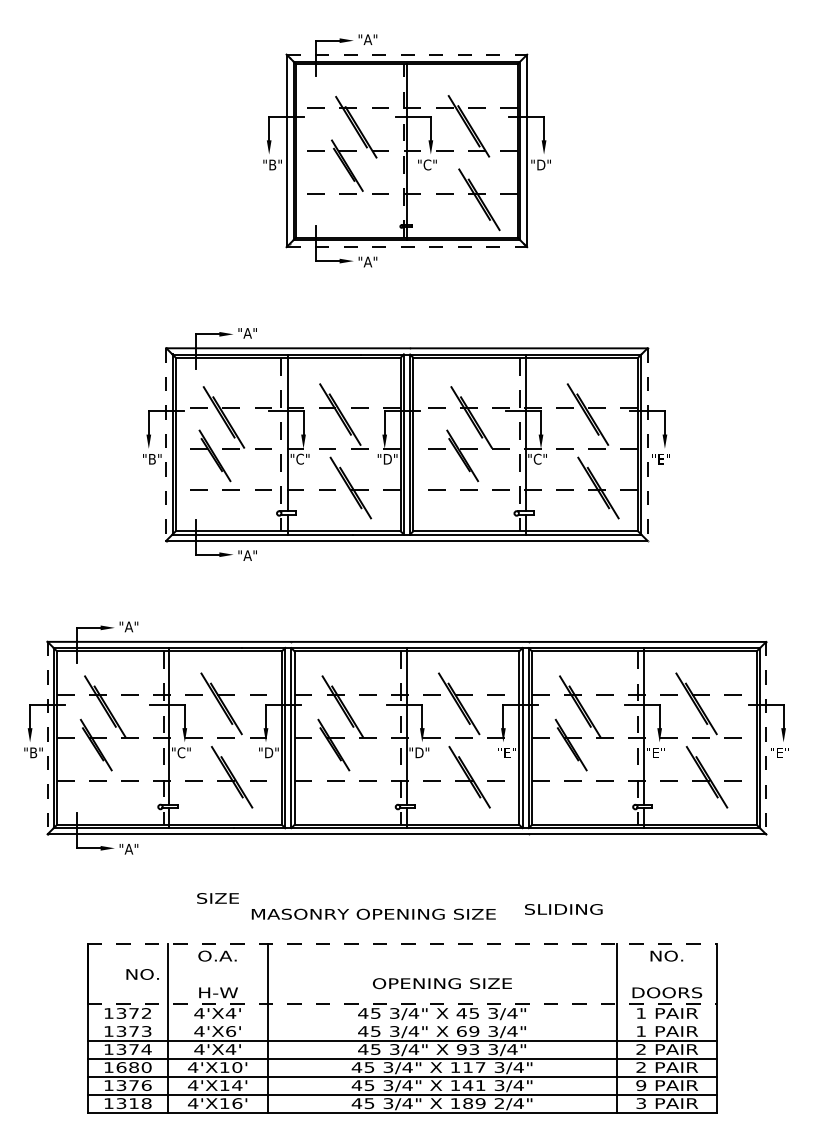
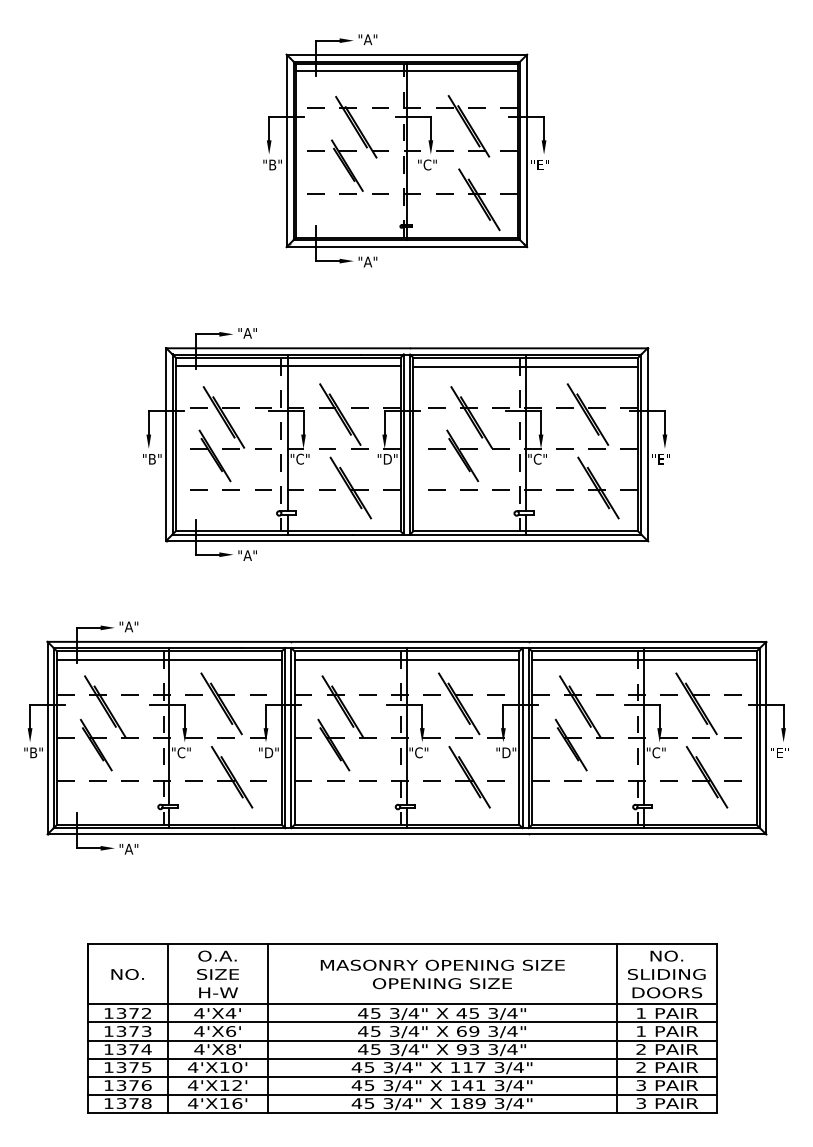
line at (407, 54): dashed -> solid
line at (406, 70): none -> present
text at (540, 164): "D" -> "E"
line at (407, 247): dashed -> solid
line at (287, 366): none -> present
line at (525, 366): none -> present
line at (166, 445): dashed -> solid
line at (647, 445): dashed -> solid
line at (169, 660): none -> present
line at (406, 660): none -> present
line at (644, 660): none -> present
line at (47, 738): dashed -> solid
line at (766, 738): dashed -> solid
text at (422, 752): "D" -> "C"
text at (506, 752): "E" -> "D"
text at (655, 752): "E" -> "C"
text at (217, 898) position: (217, 898) -> (217, 974)
text at (563, 909) position: (563, 909) -> (666, 974)
text at (373, 913) position: (373, 913) -> (442, 964)
line at (402, 944): dashed -> solid
text at (142, 974) position: (142, 974) -> (127, 974)
line at (402, 1004): dashed -> solid
line at (402, 1022): none -> present
text at (230, 1049): 4'X4' -> 4'X8'
text at (133, 1067): 1680 -> 1375
text at (237, 1085): 4'X14' -> 4'X12'
text at (641, 1085): 9 -> 3
text at (133, 1103): 1318 -> 1378
text at (499, 1103): 2/4" -> 3/4"
